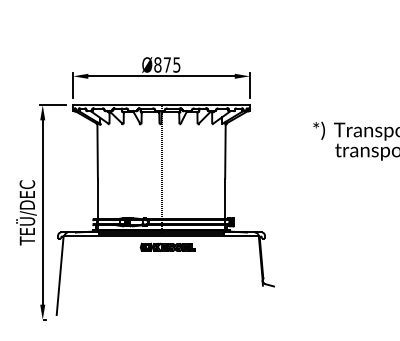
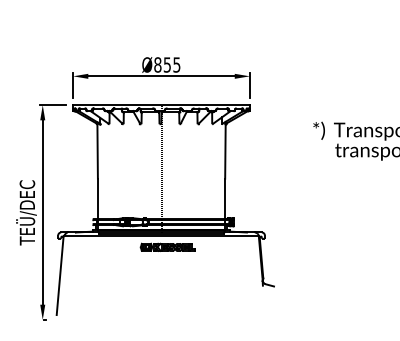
text at (166, 64): Ø875 -> Ø855
